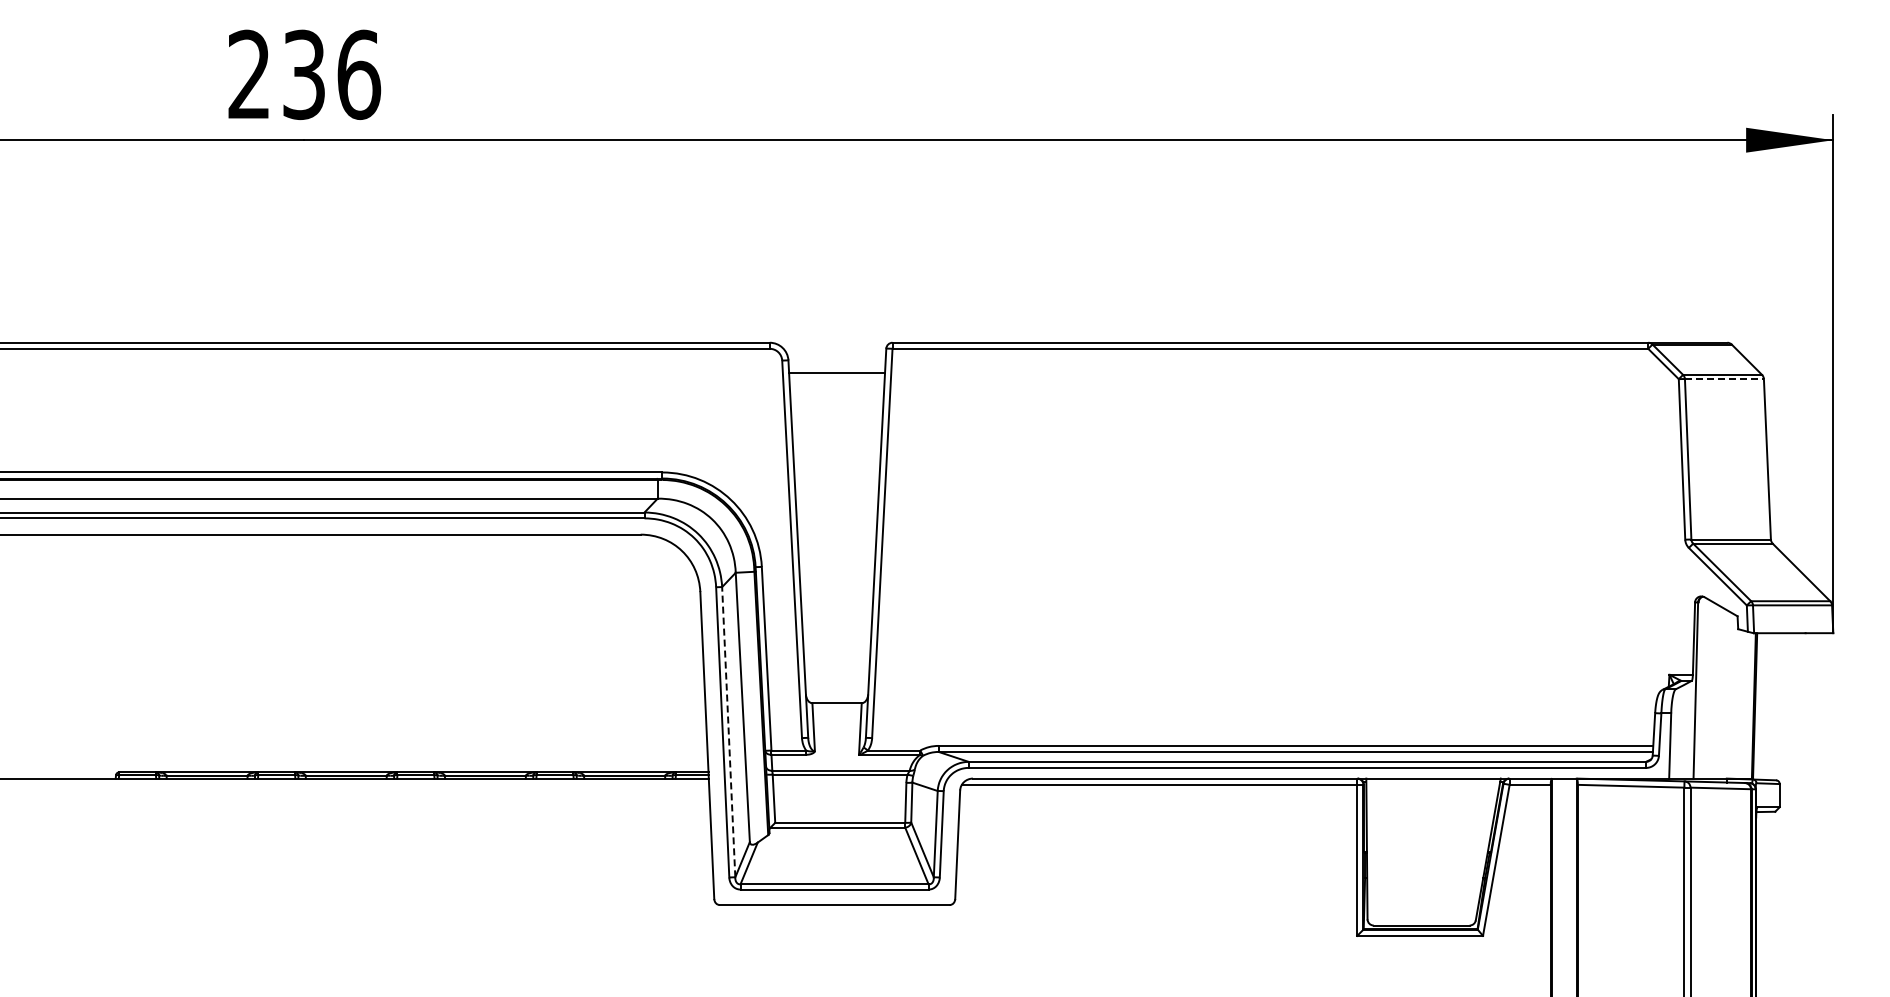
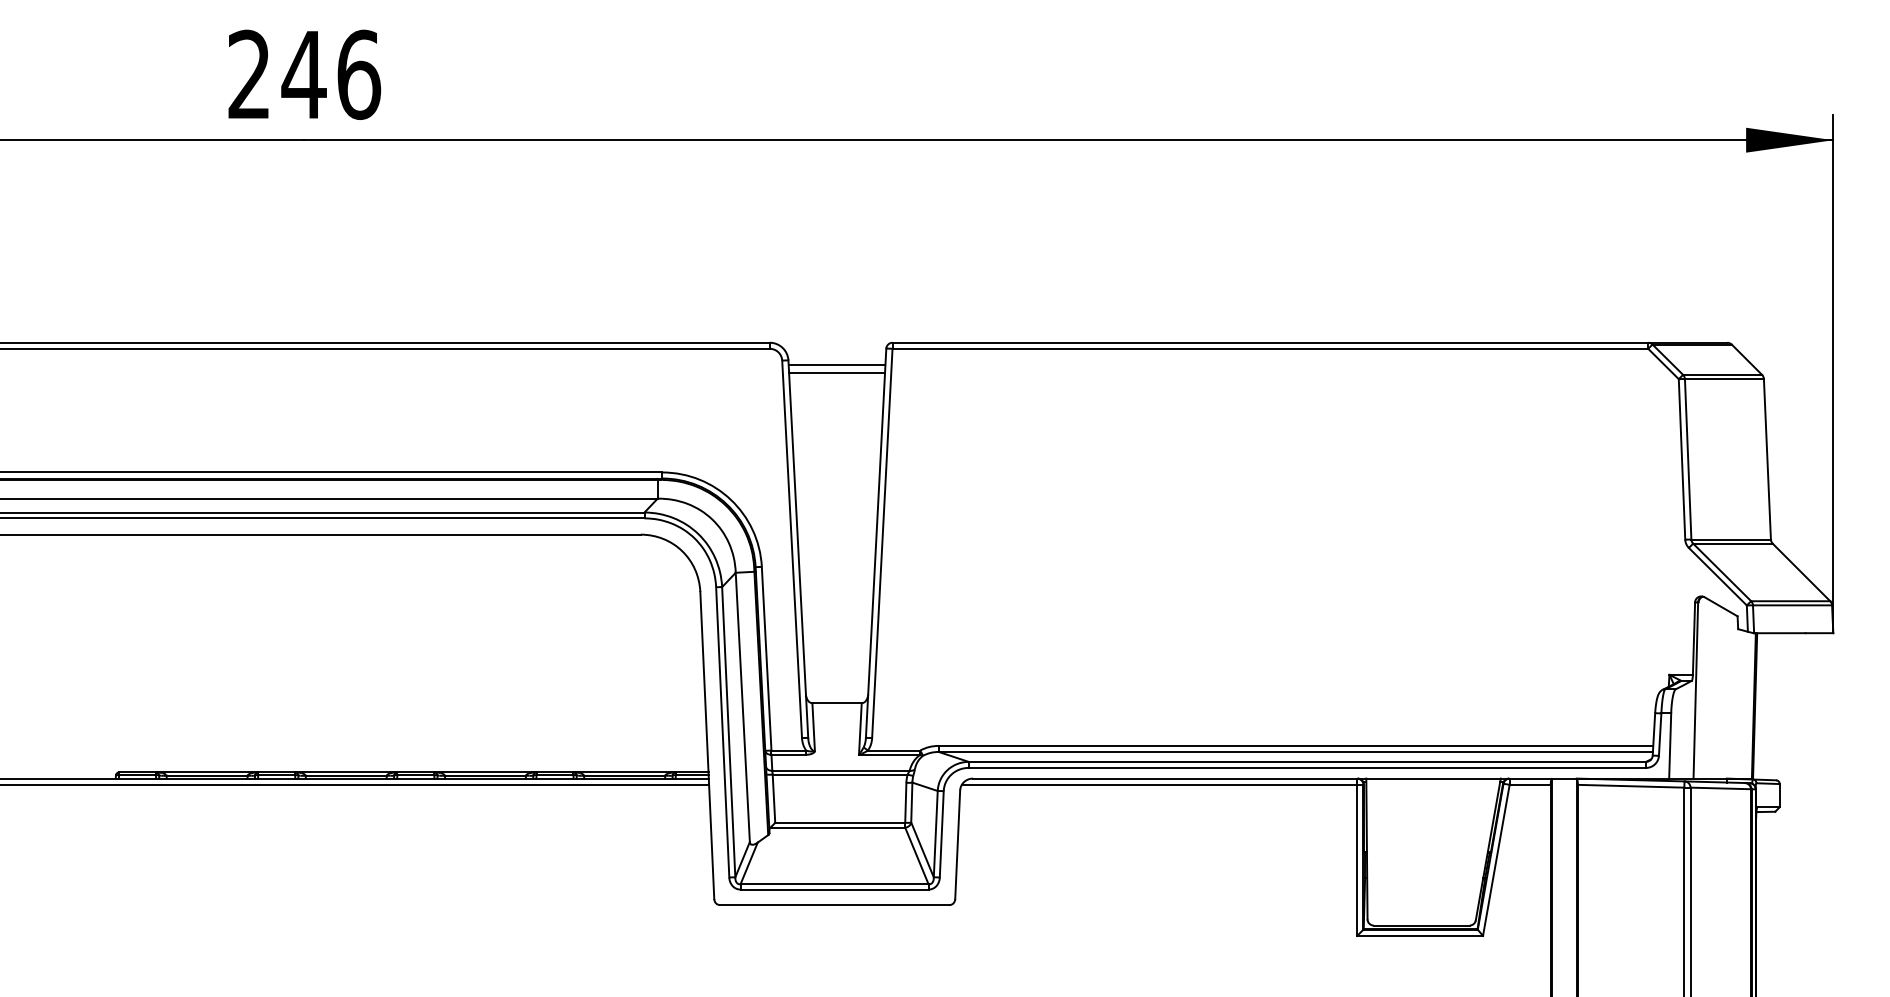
text at (303, 74): 236 -> 246
line at (836, 365): none -> present
line at (1724, 379): dashed -> solid
line at (728, 731): dashed -> solid
line at (355, 784): none -> present
